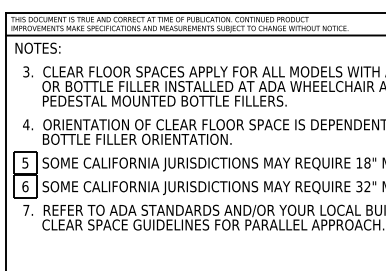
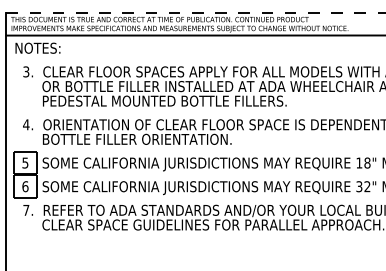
line at (196, 13): solid -> dashed
